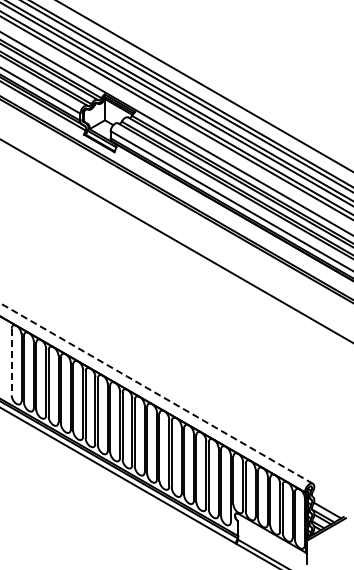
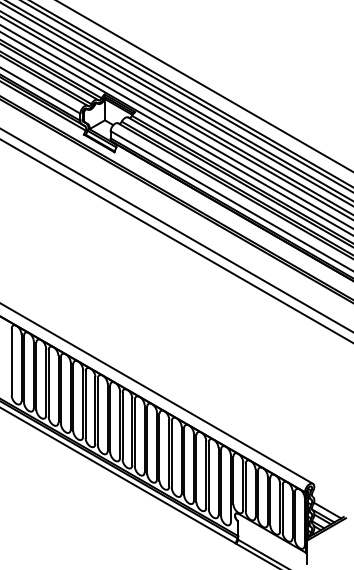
line at (176, 126): none -> present
line at (176, 229): none -> present
line at (11, 362): dashed -> solid
line at (156, 393): dashed -> solid
